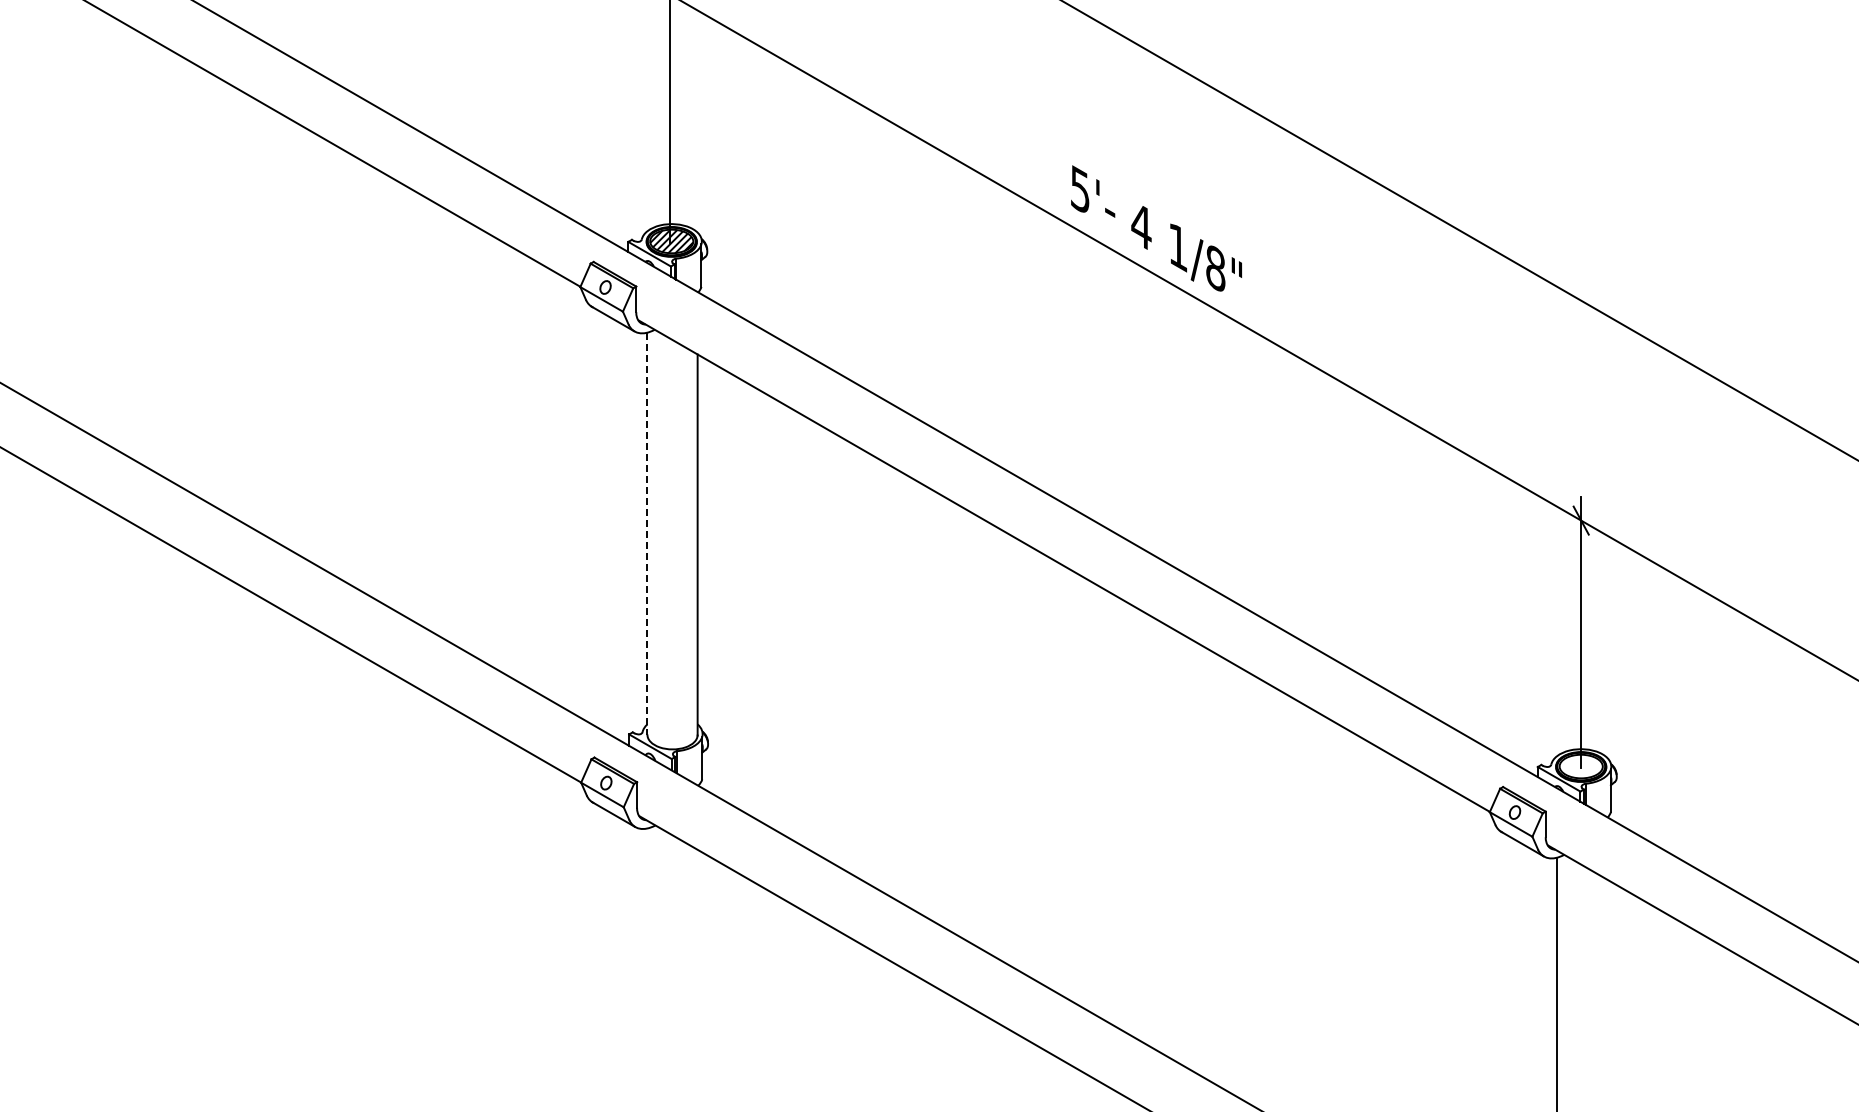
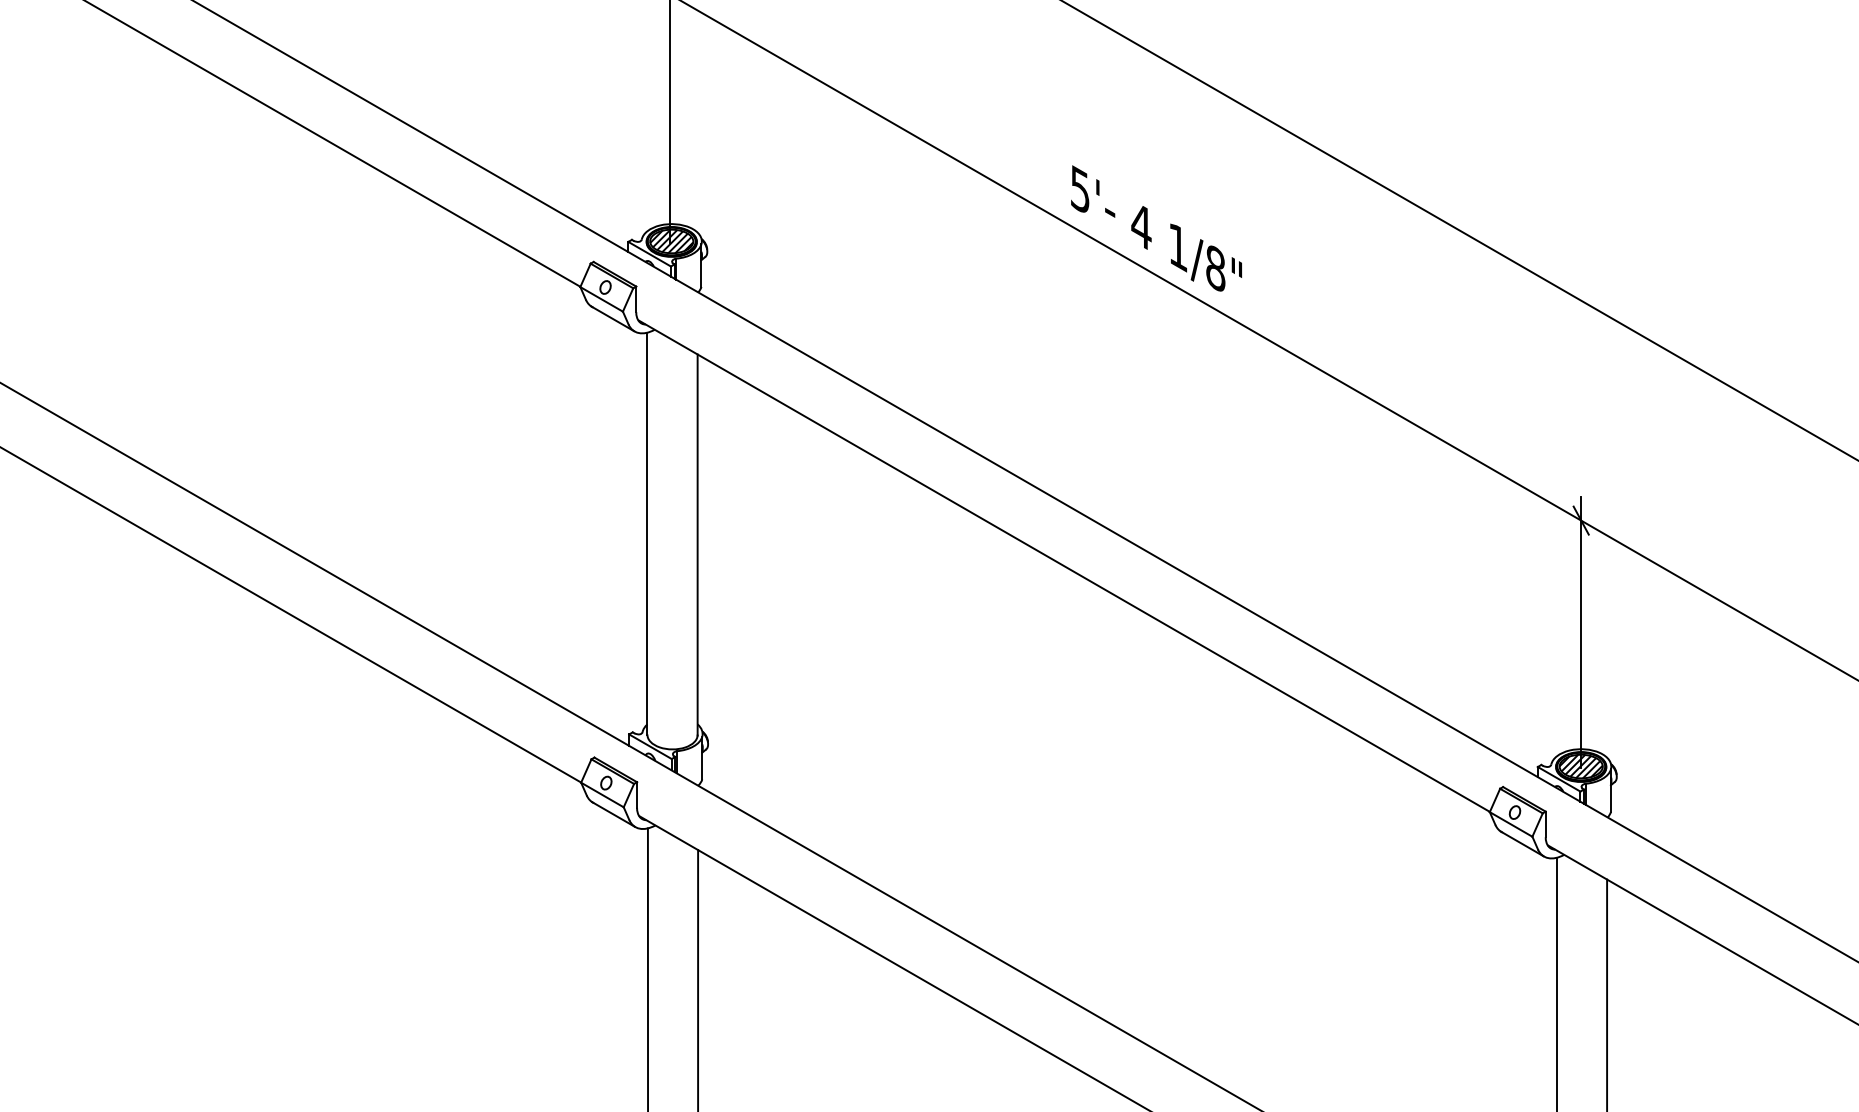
line at (647, 534): dashed -> solid
hatch at (1580, 766): none -> present
line at (647, 968): none -> present
line at (698, 979): none -> present
line at (1607, 993): none -> present
